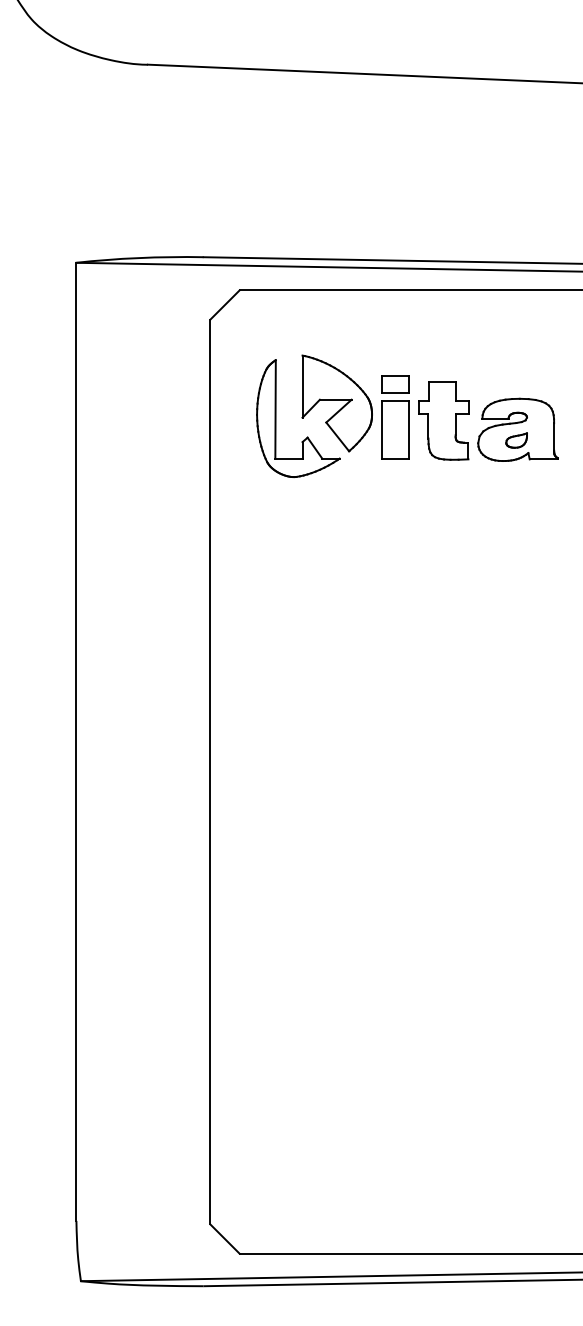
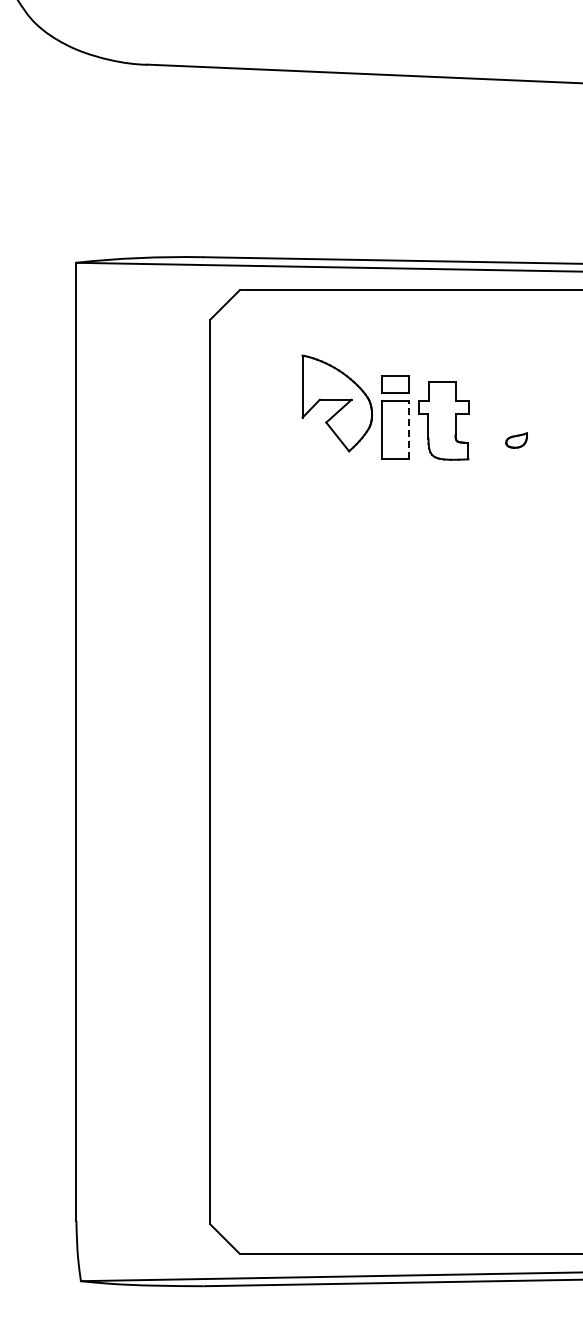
line at (408, 429): solid -> dashed
part at (517, 429): present -> none
part at (307, 436): present -> none
